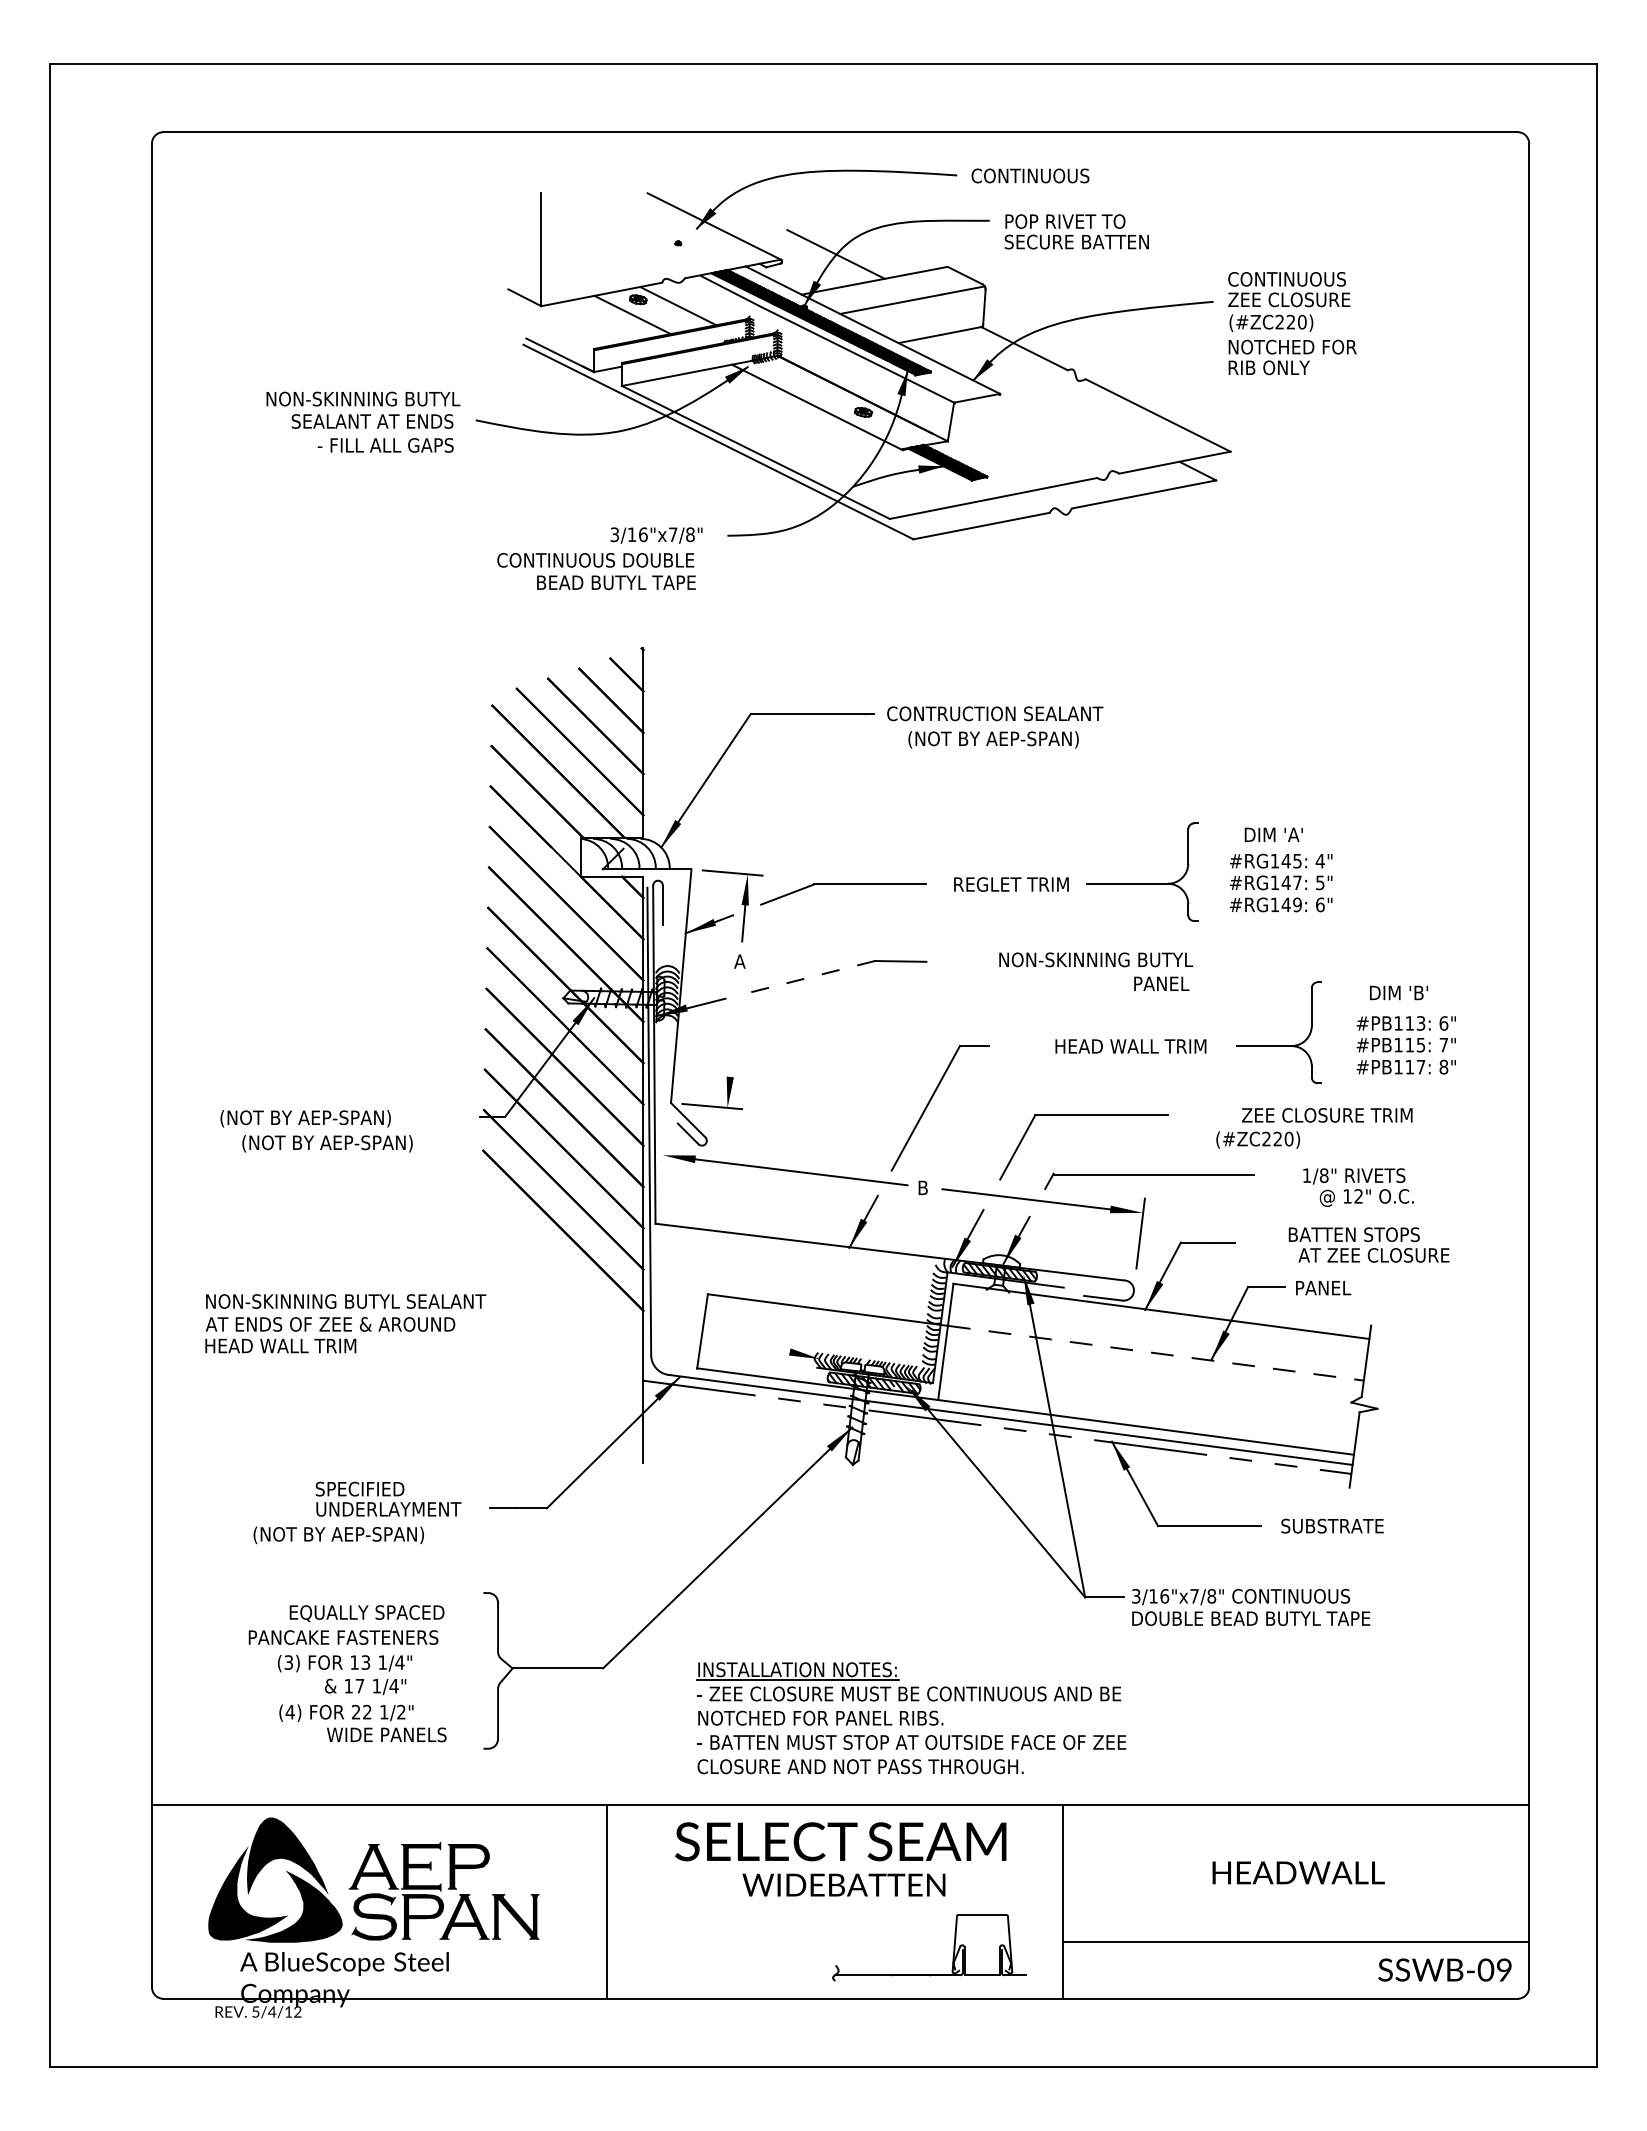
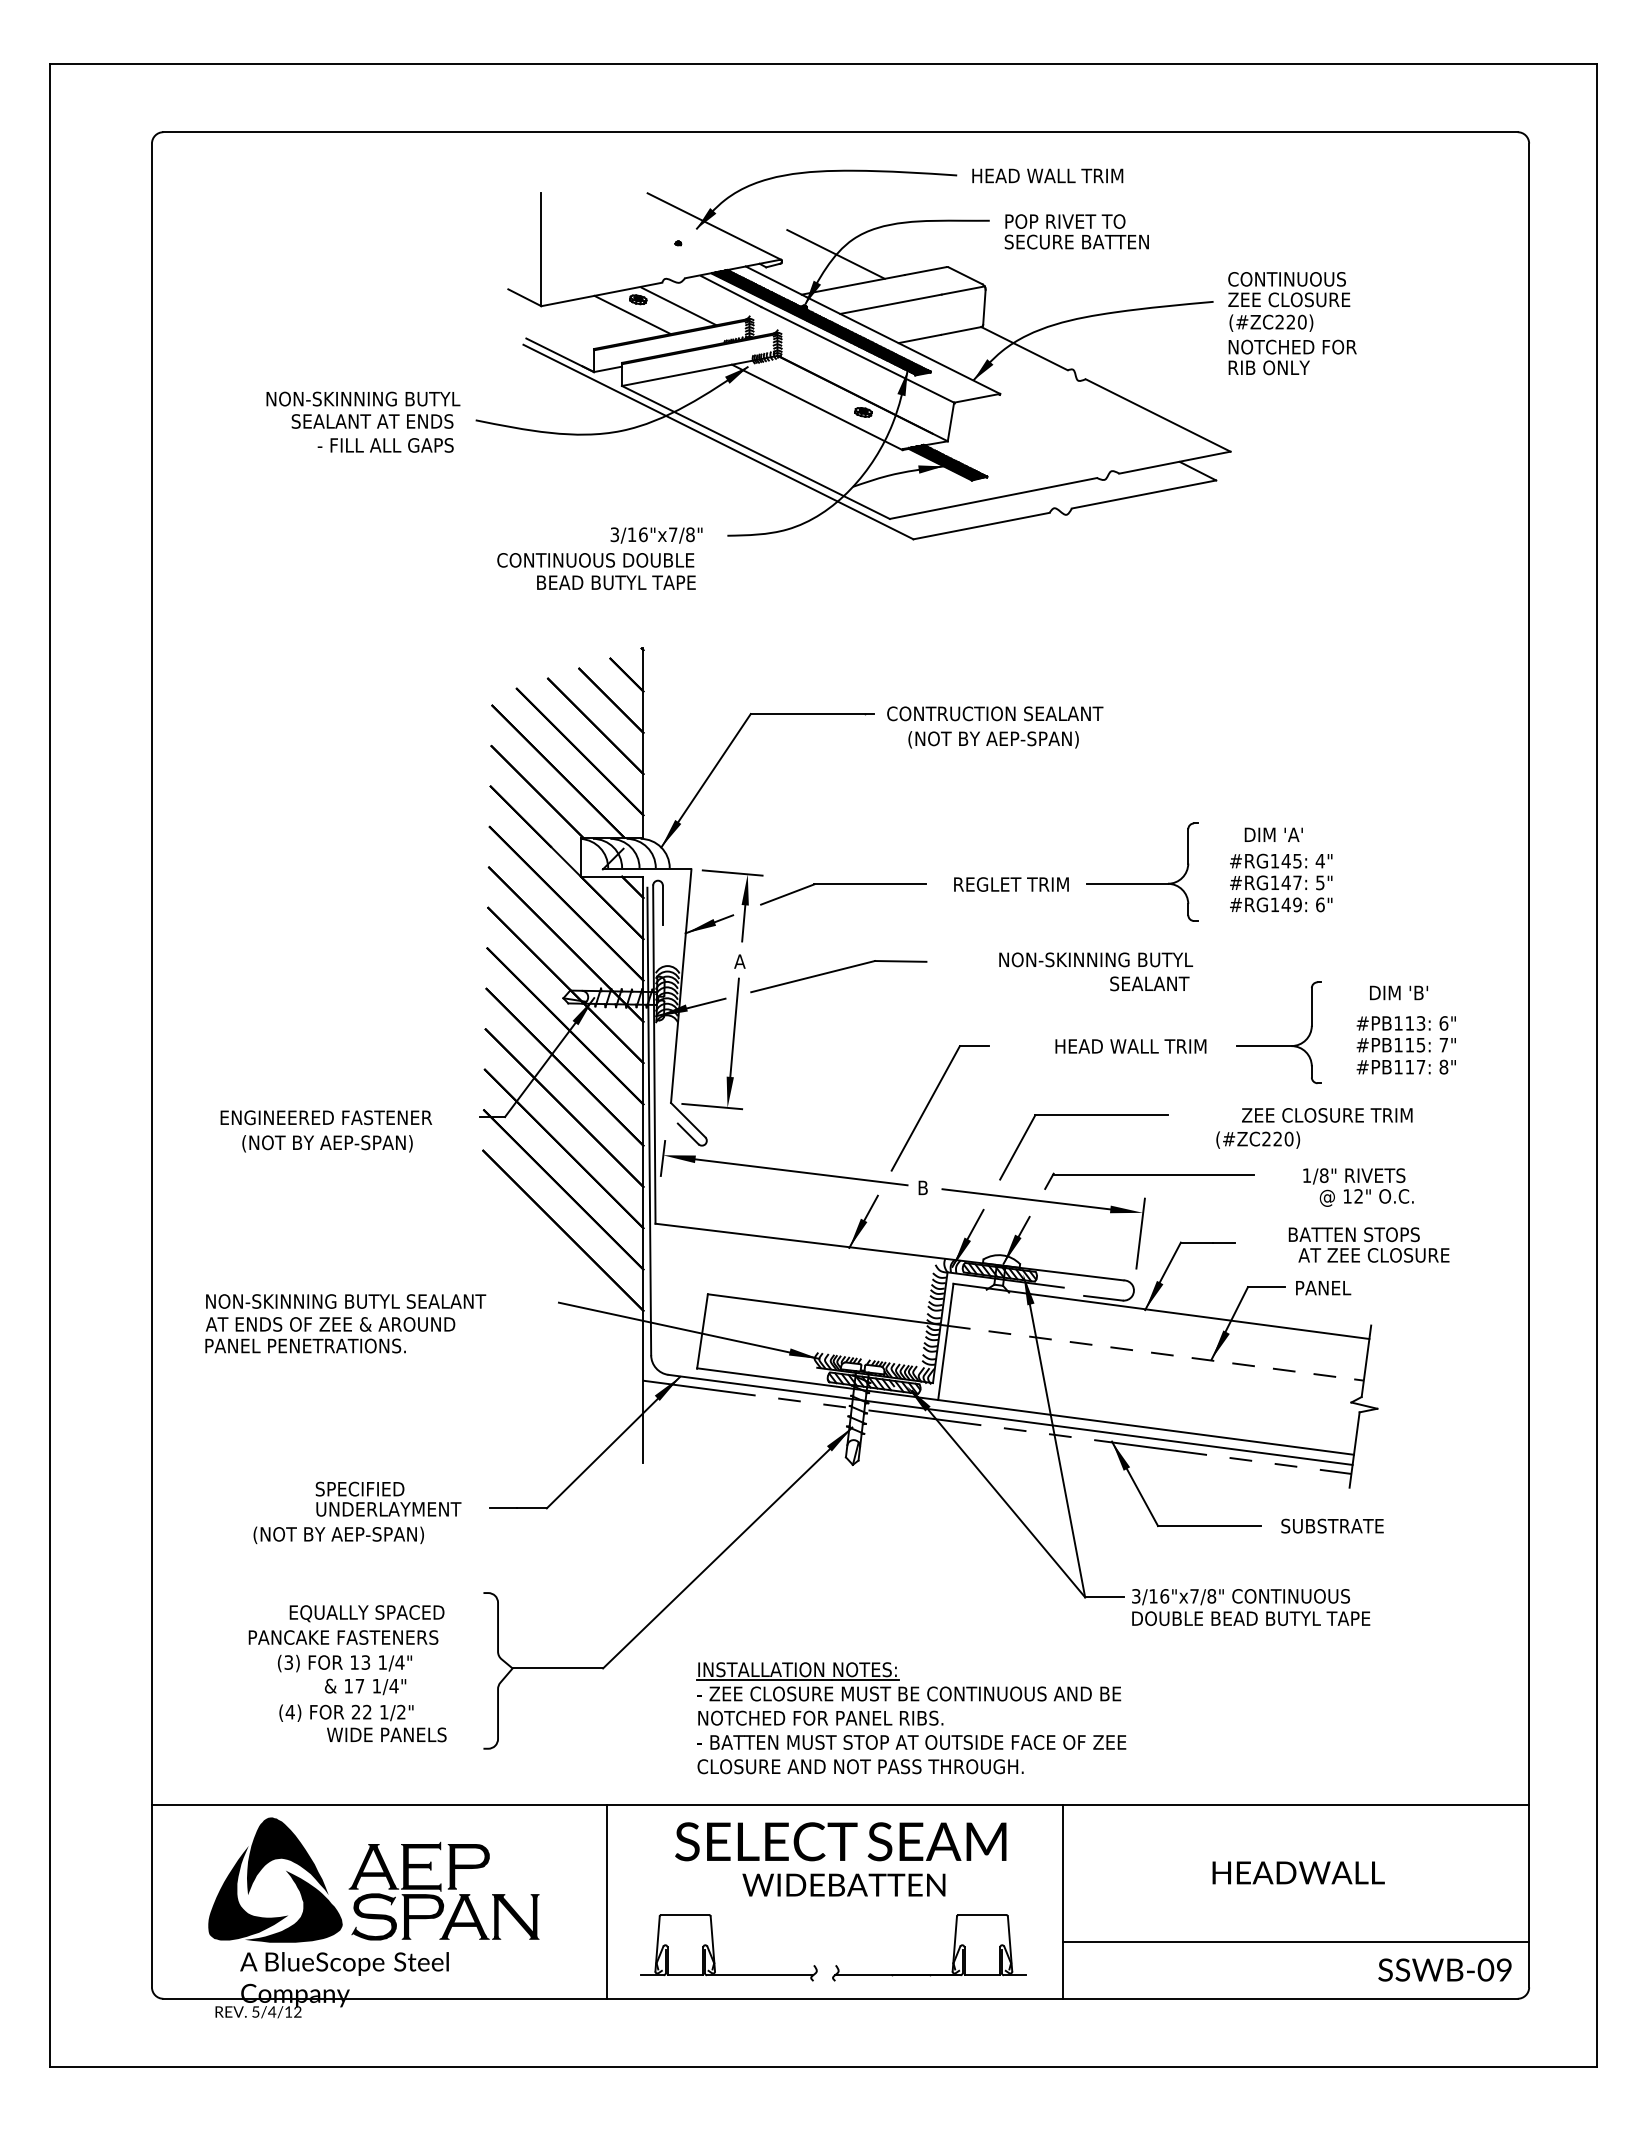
text at (1047, 175): CONTINUOUS -> HEAD WALL TRIM
line at (813, 976): dashed -> solid
text at (1149, 983): PANEL -> SEALANT
line at (733, 1035): none -> present
text at (326, 1118): (NOT BY AEP-SPAN) -> ENGINEERED FASTENER
line at (662, 1158): none -> present
line at (688, 1330): none -> present
text at (306, 1345): HEAD WALL TRIM -> PANEL PENETRATIONS.
part at (714, 1948): none -> present
